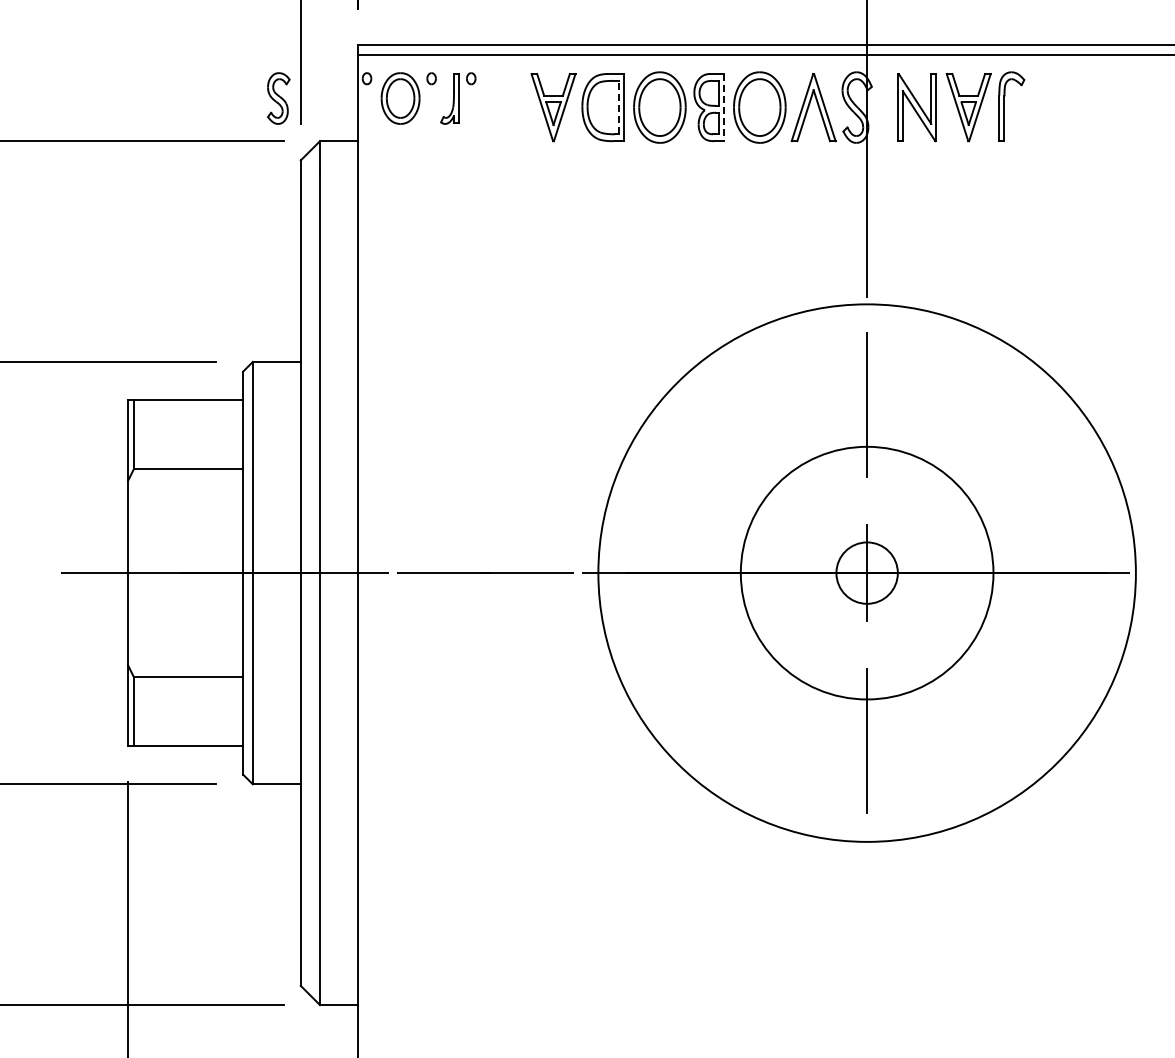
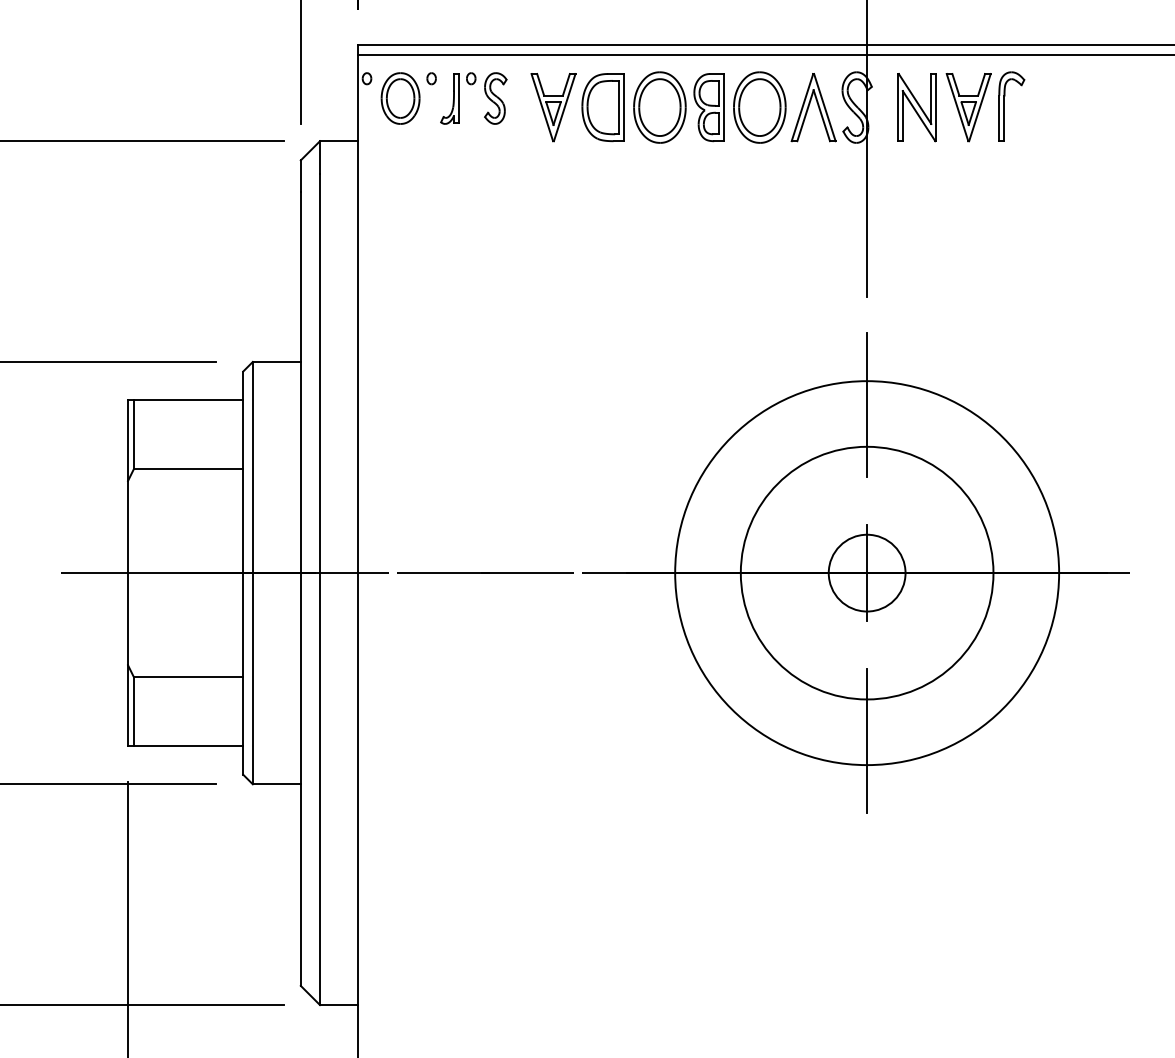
part at (278, 98) position: (278, 98) -> (495, 98)
line at (618, 107): dashed -> solid
line at (723, 107): dashed -> solid
circle at (866, 572) diameter: 538 px -> 384 px
circle at (866, 572) diameter: 61 px -> 77 px
